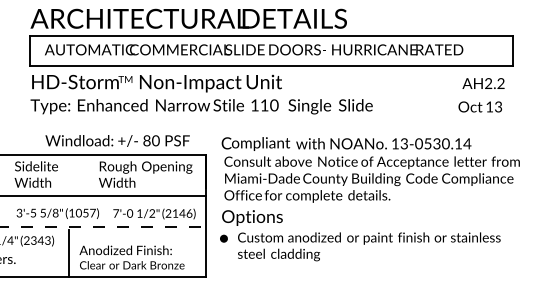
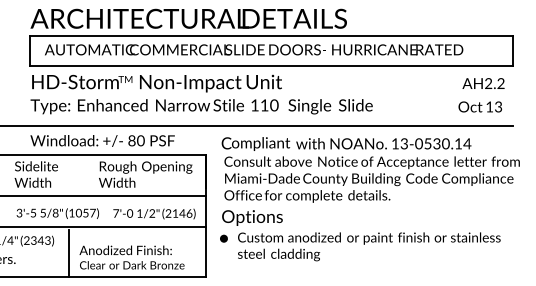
line at (257, 126): none -> present
text at (117, 140) position: (117, 140) -> (102, 140)
line at (103, 226): dashed -> solid
